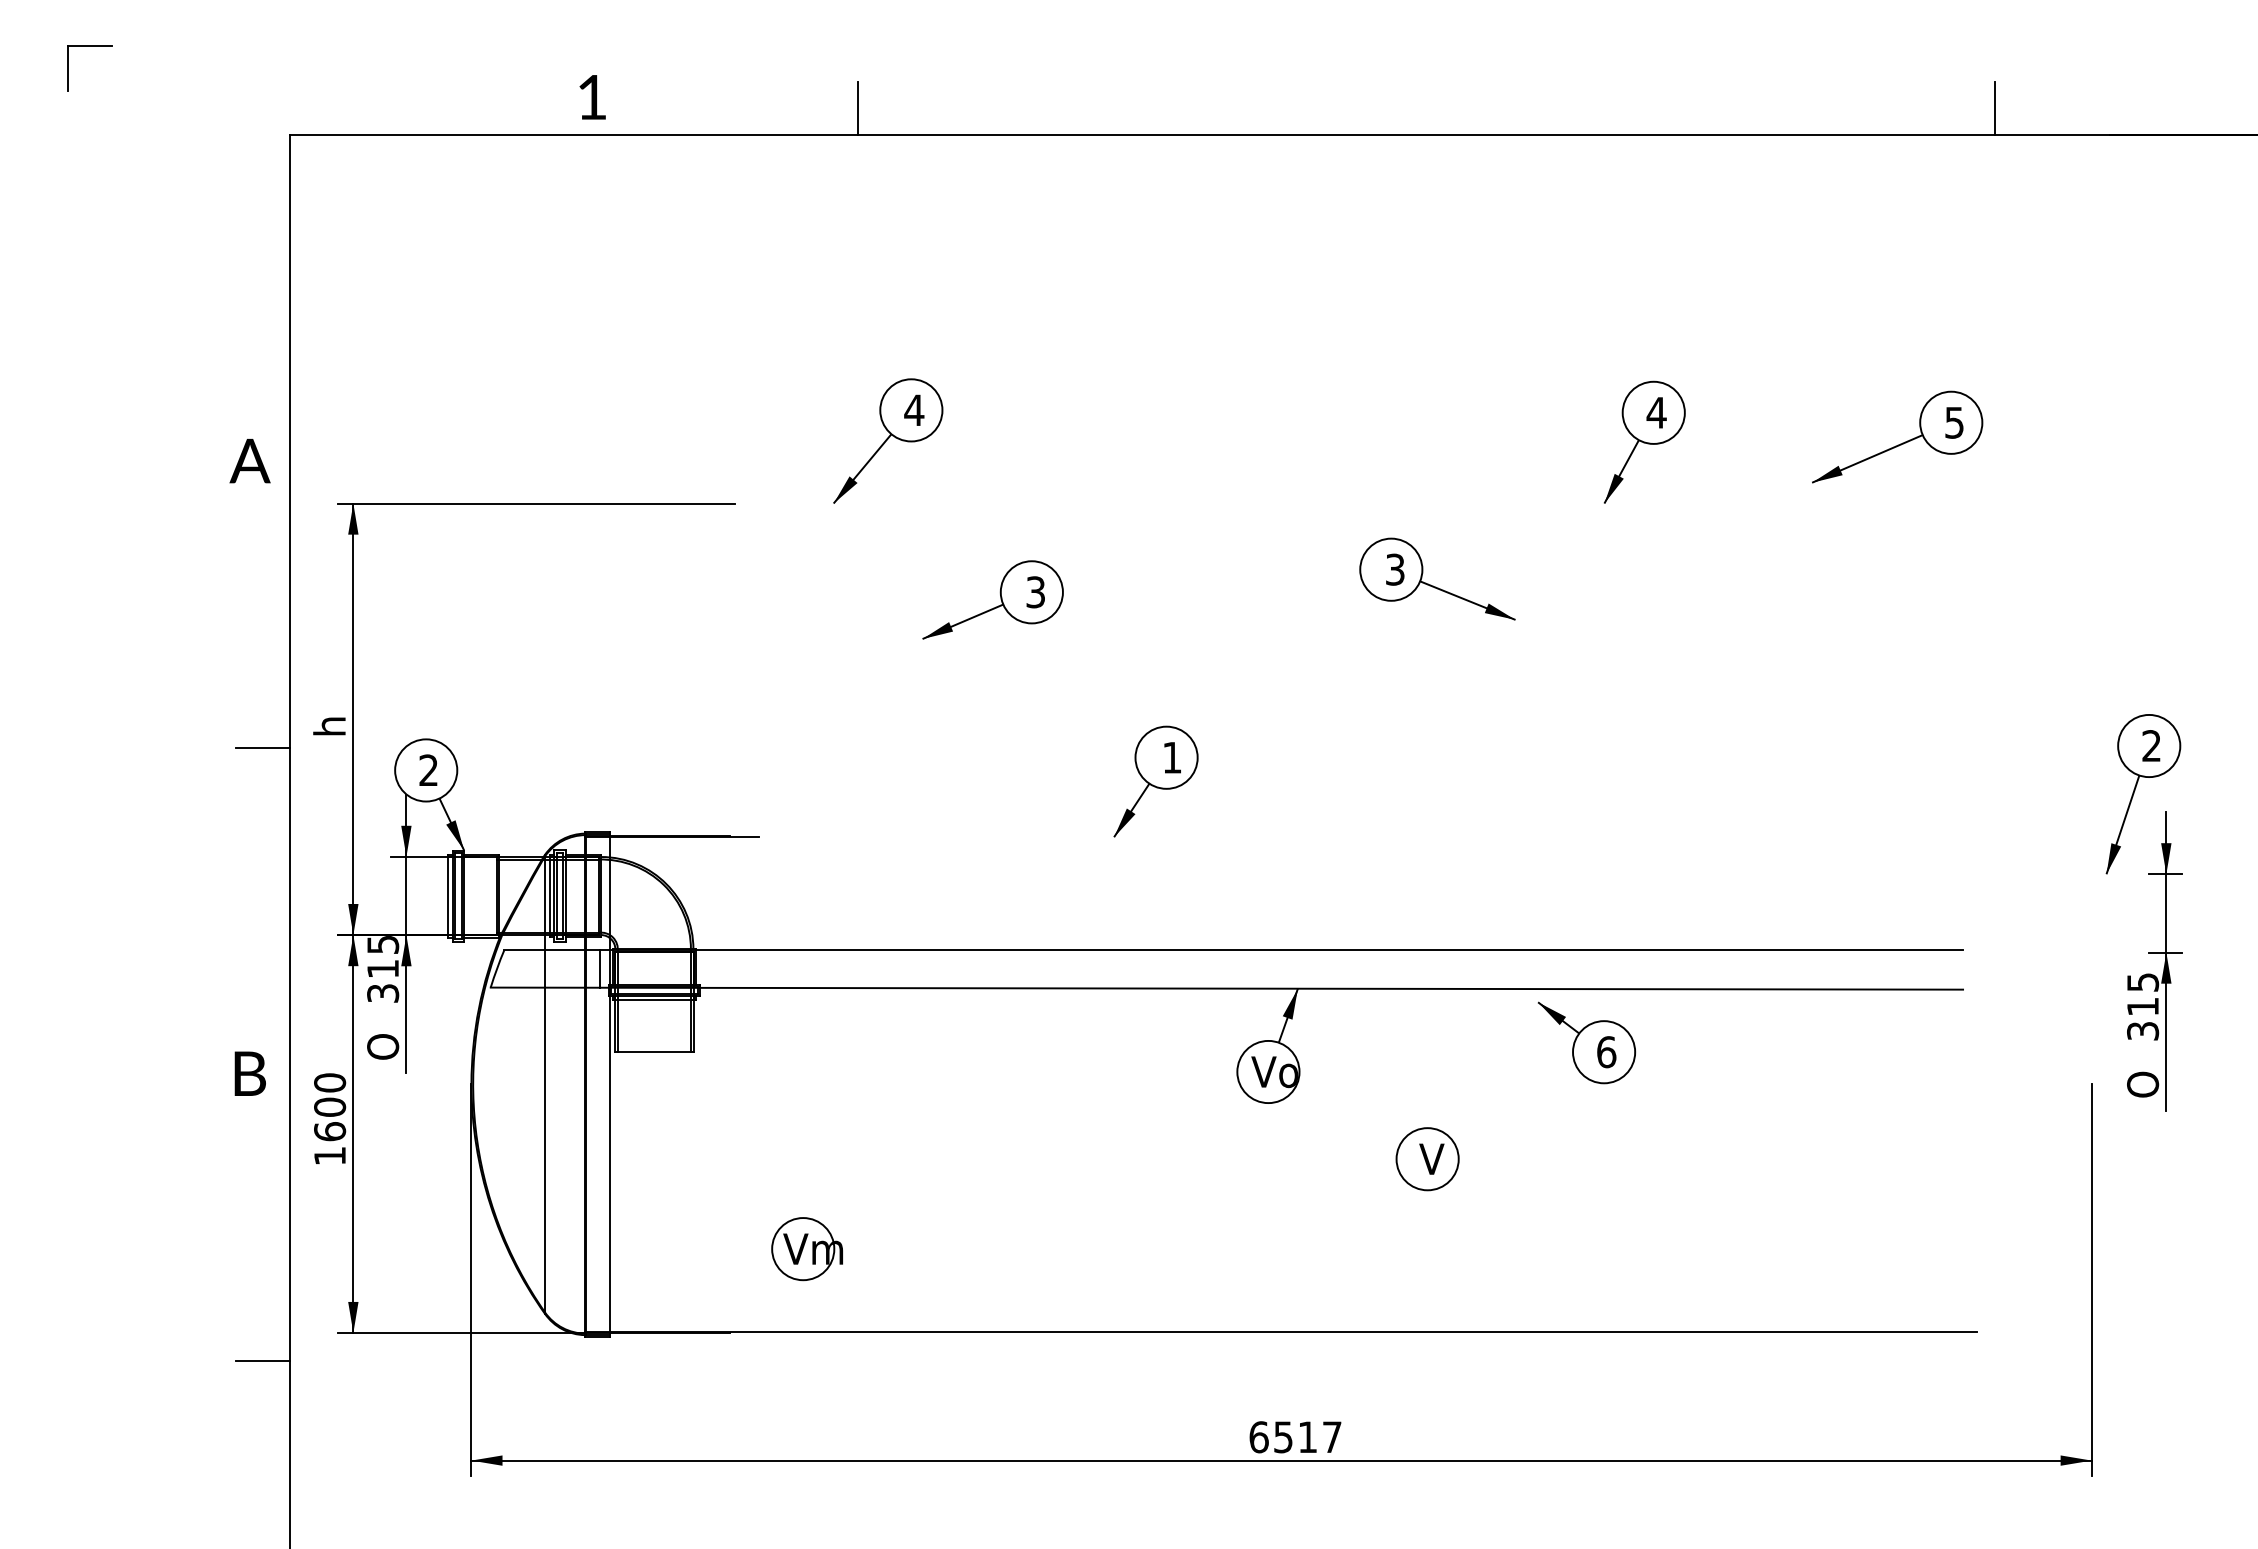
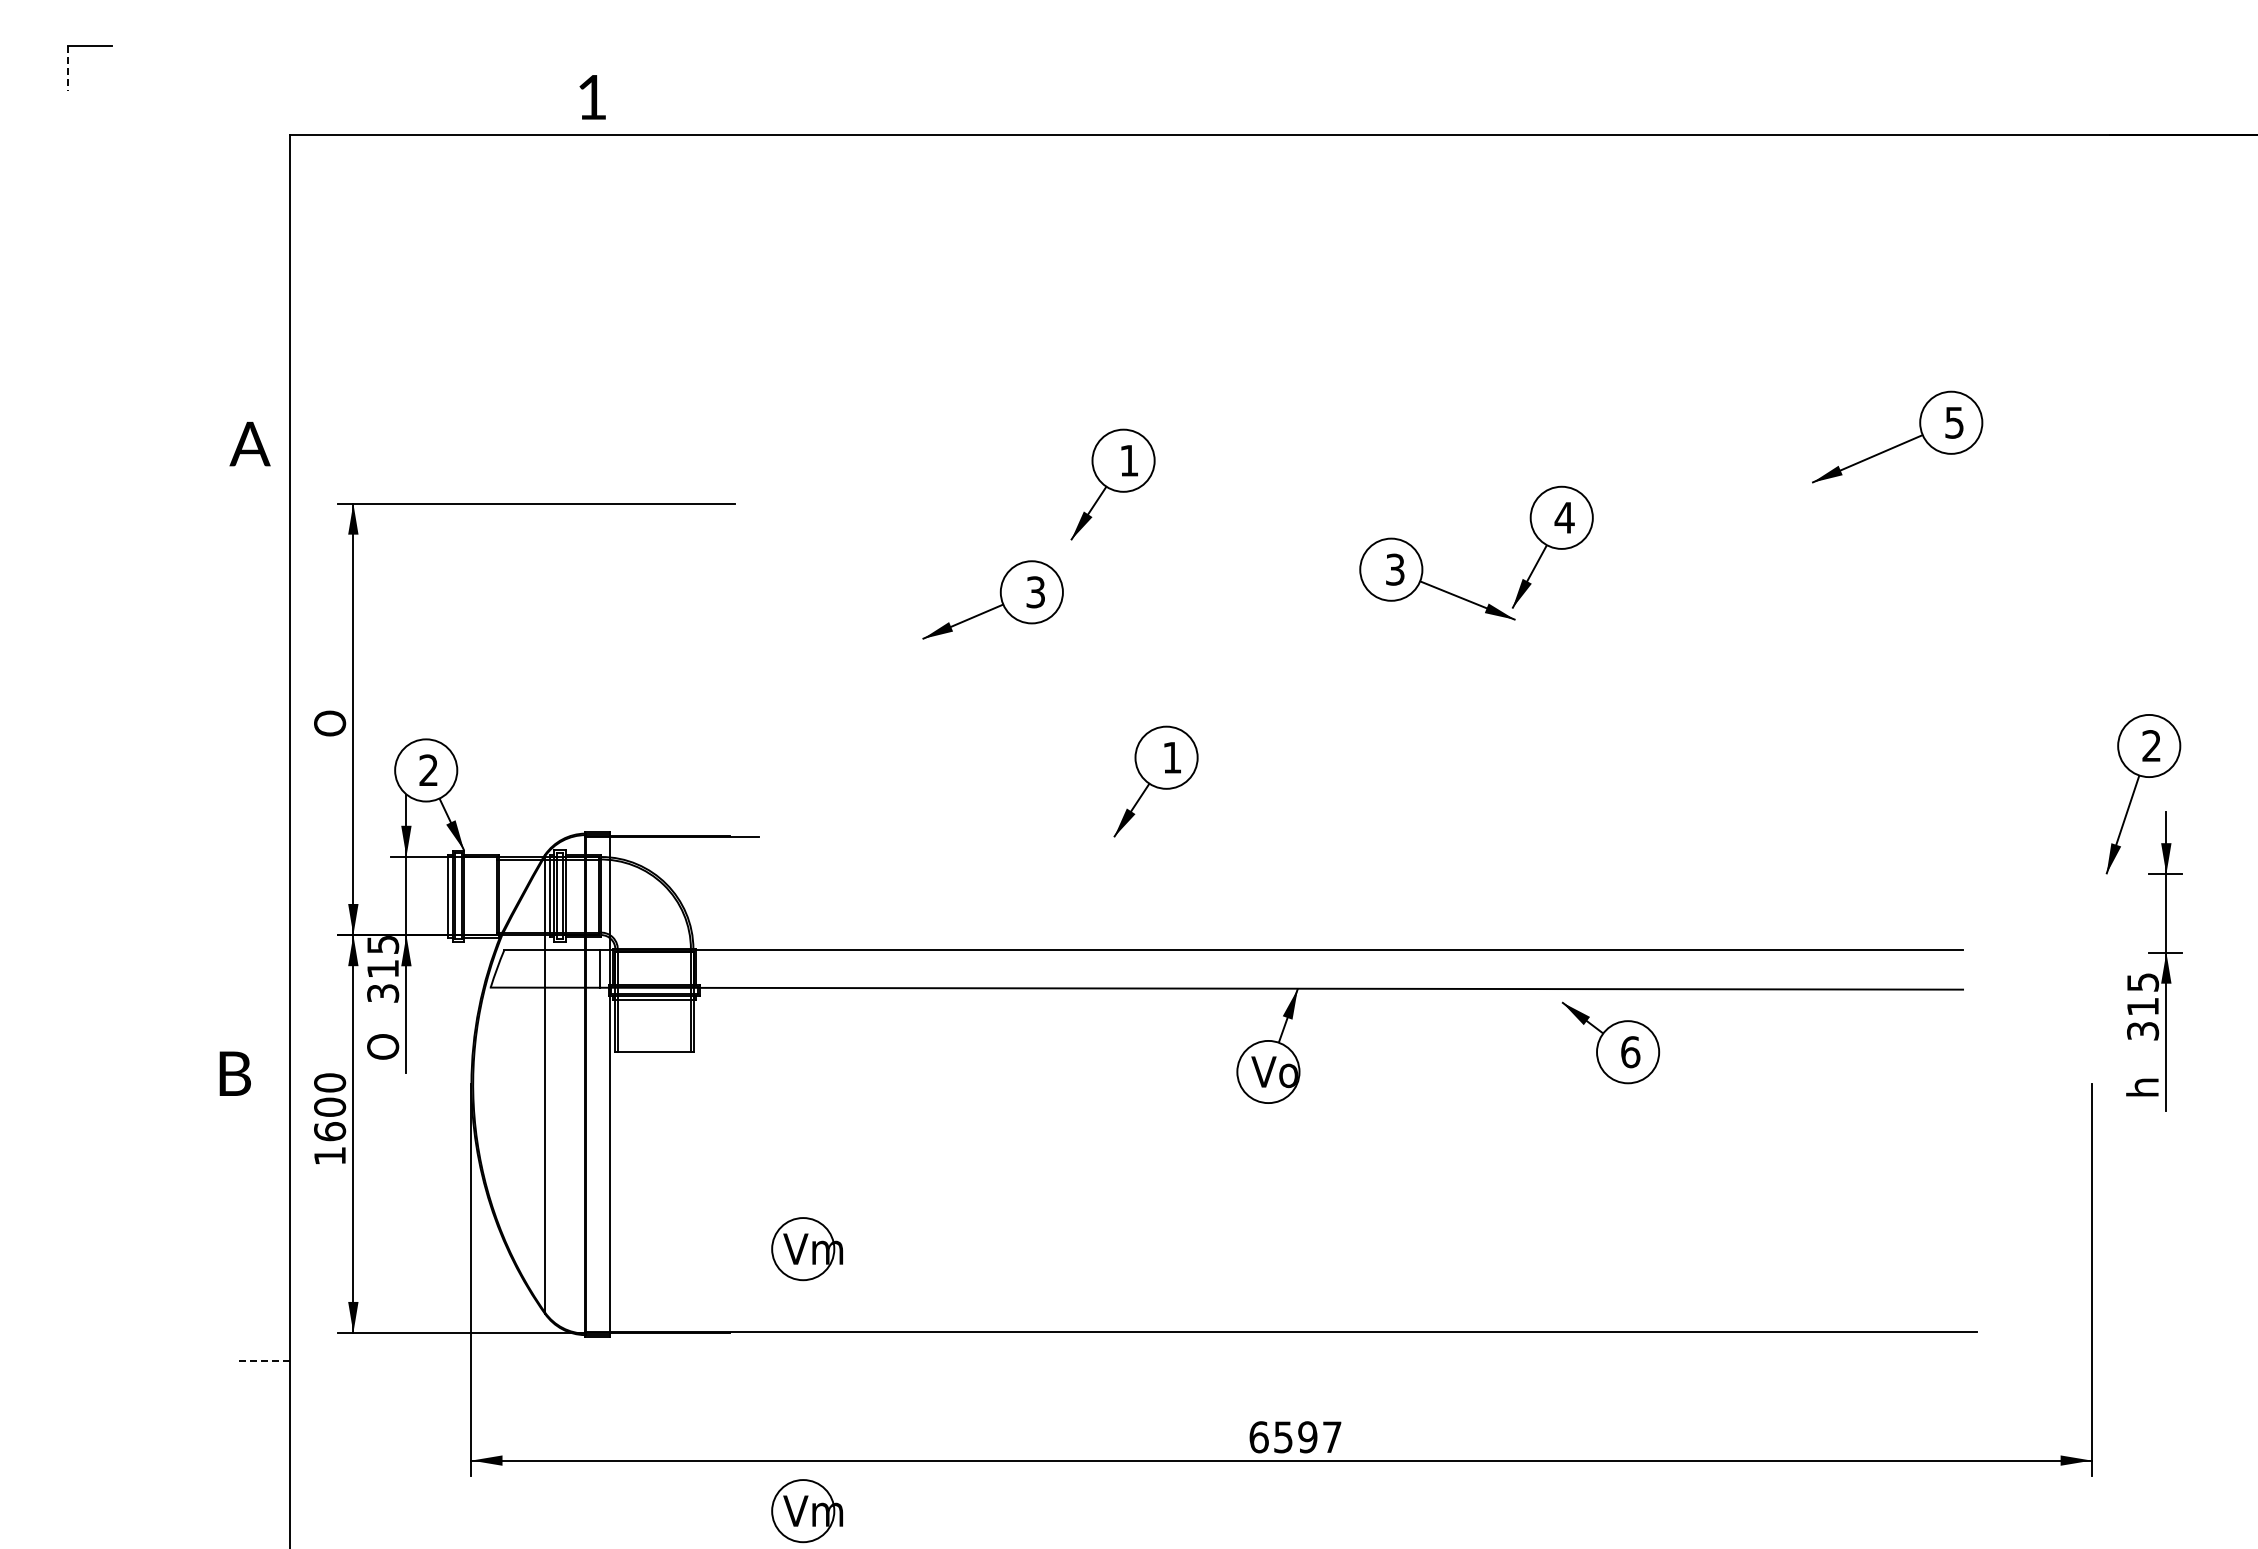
line at (67, 69): solid -> dashed
line at (858, 108): present -> none
line at (1994, 108): present -> none
part at (888, 440): present -> none
part at (1644, 441) position: (1644, 441) -> (1552, 546)
text at (249, 461) position: (249, 461) -> (249, 444)
part at (1112, 484): none -> present
text at (329, 723): h -> O
line at (262, 747): present -> none
part at (1587, 1042) position: (1587, 1042) -> (1611, 1042)
text at (249, 1073) position: (249, 1073) -> (234, 1073)
text at (2142, 1084): O -> h
part at (1427, 1159): present -> none
line at (263, 1360): solid -> dashed
text at (1307, 1437): 6517 -> 6597
part at (806, 1511): none -> present
